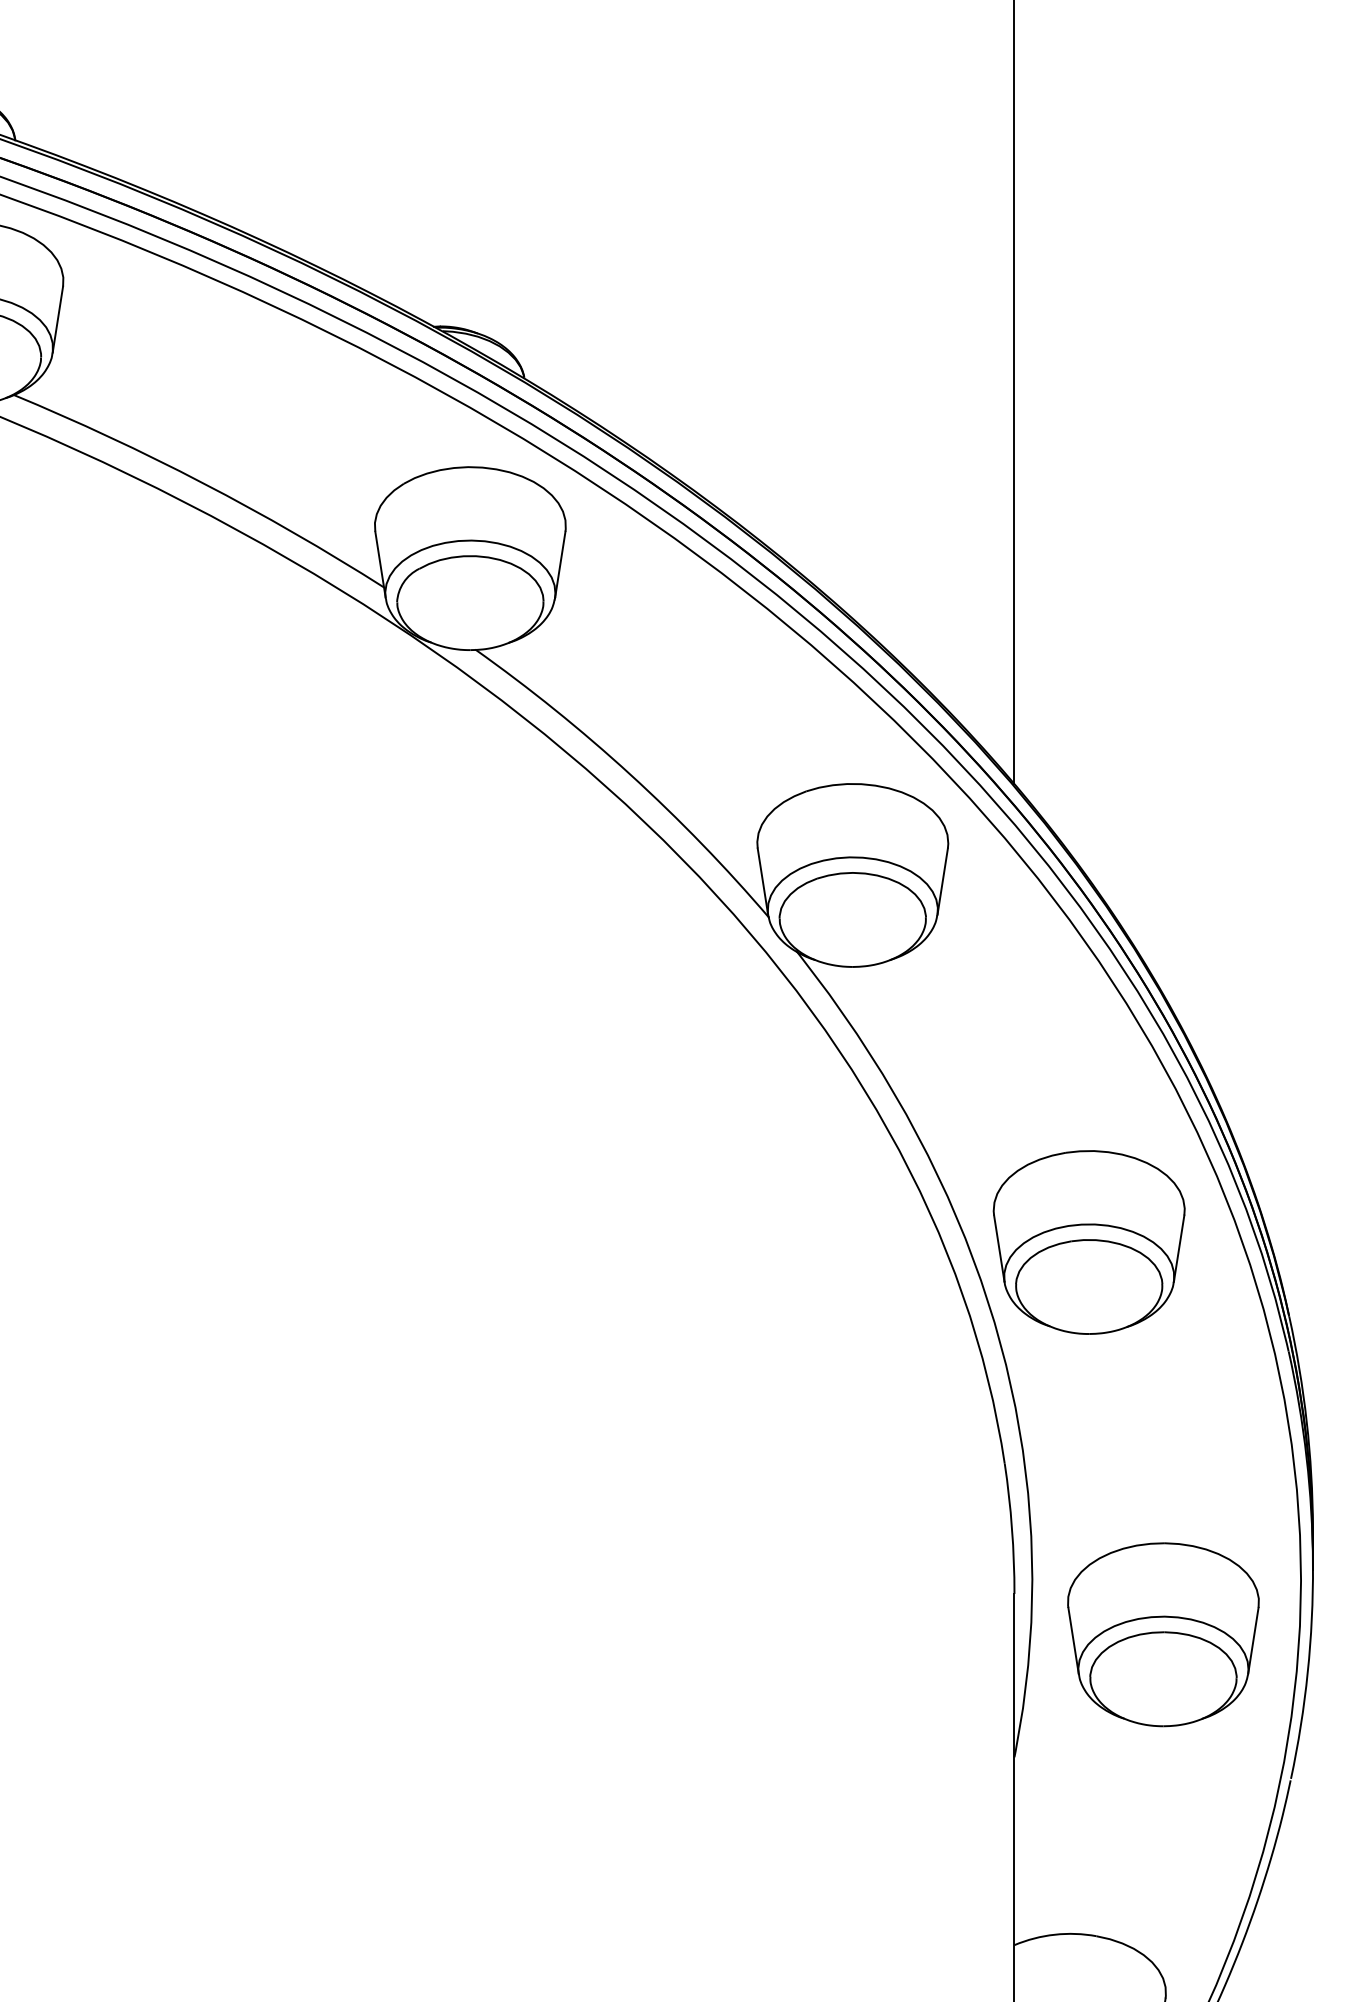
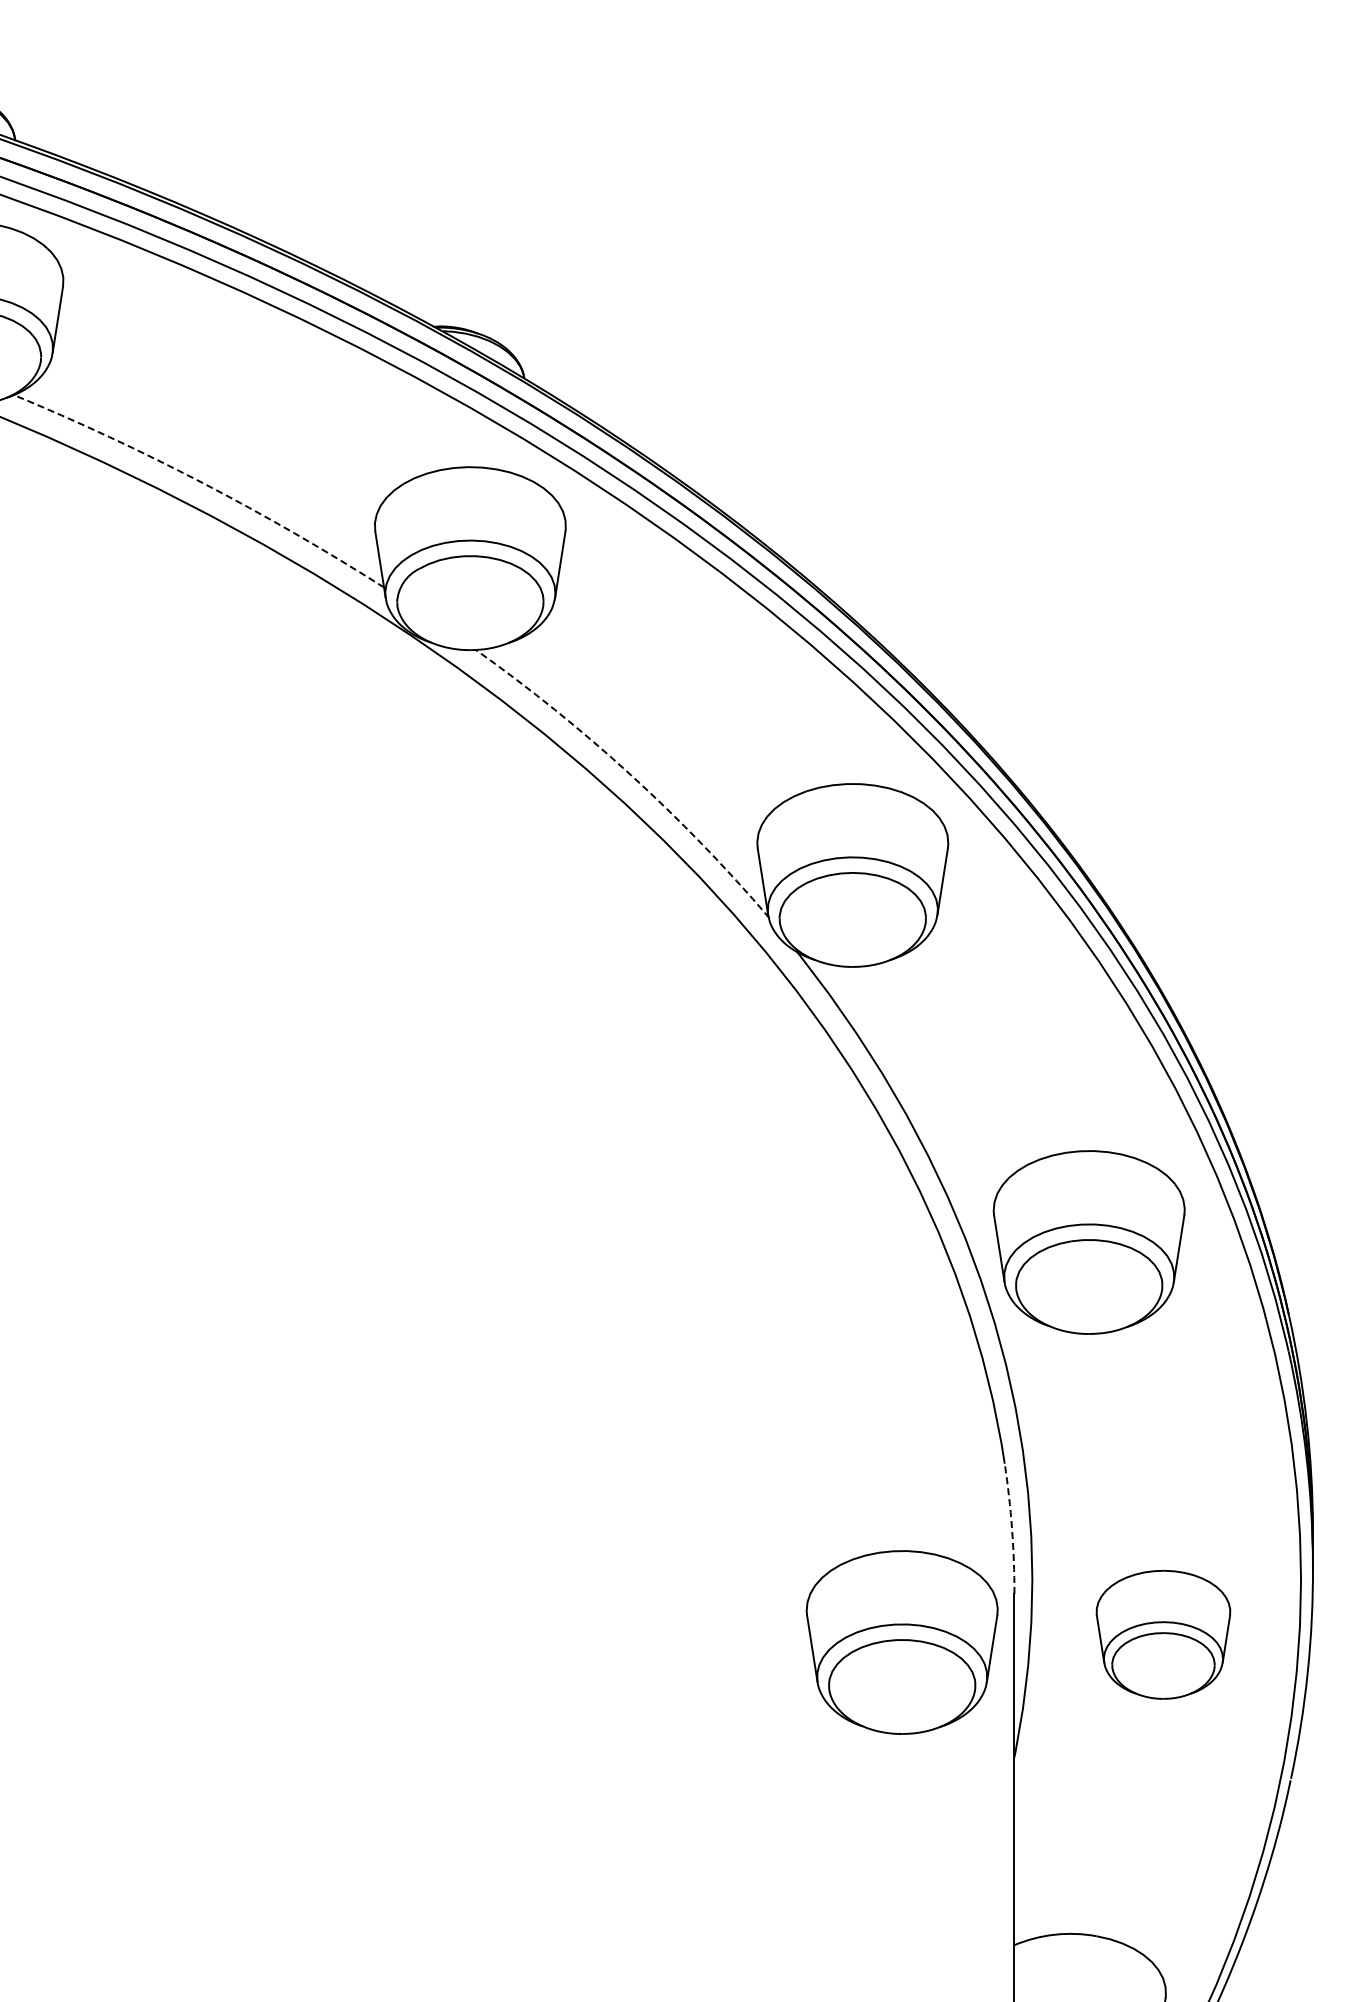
line at (1014, 393): present -> none
arc at (203, 483): solid -> dashed
arc at (630, 774): solid -> dashed
arc at (1012, 1528): solid -> dashed
part at (1163, 1634) size: 193x186 px -> 137x131 px
part at (901, 1642): none -> present
